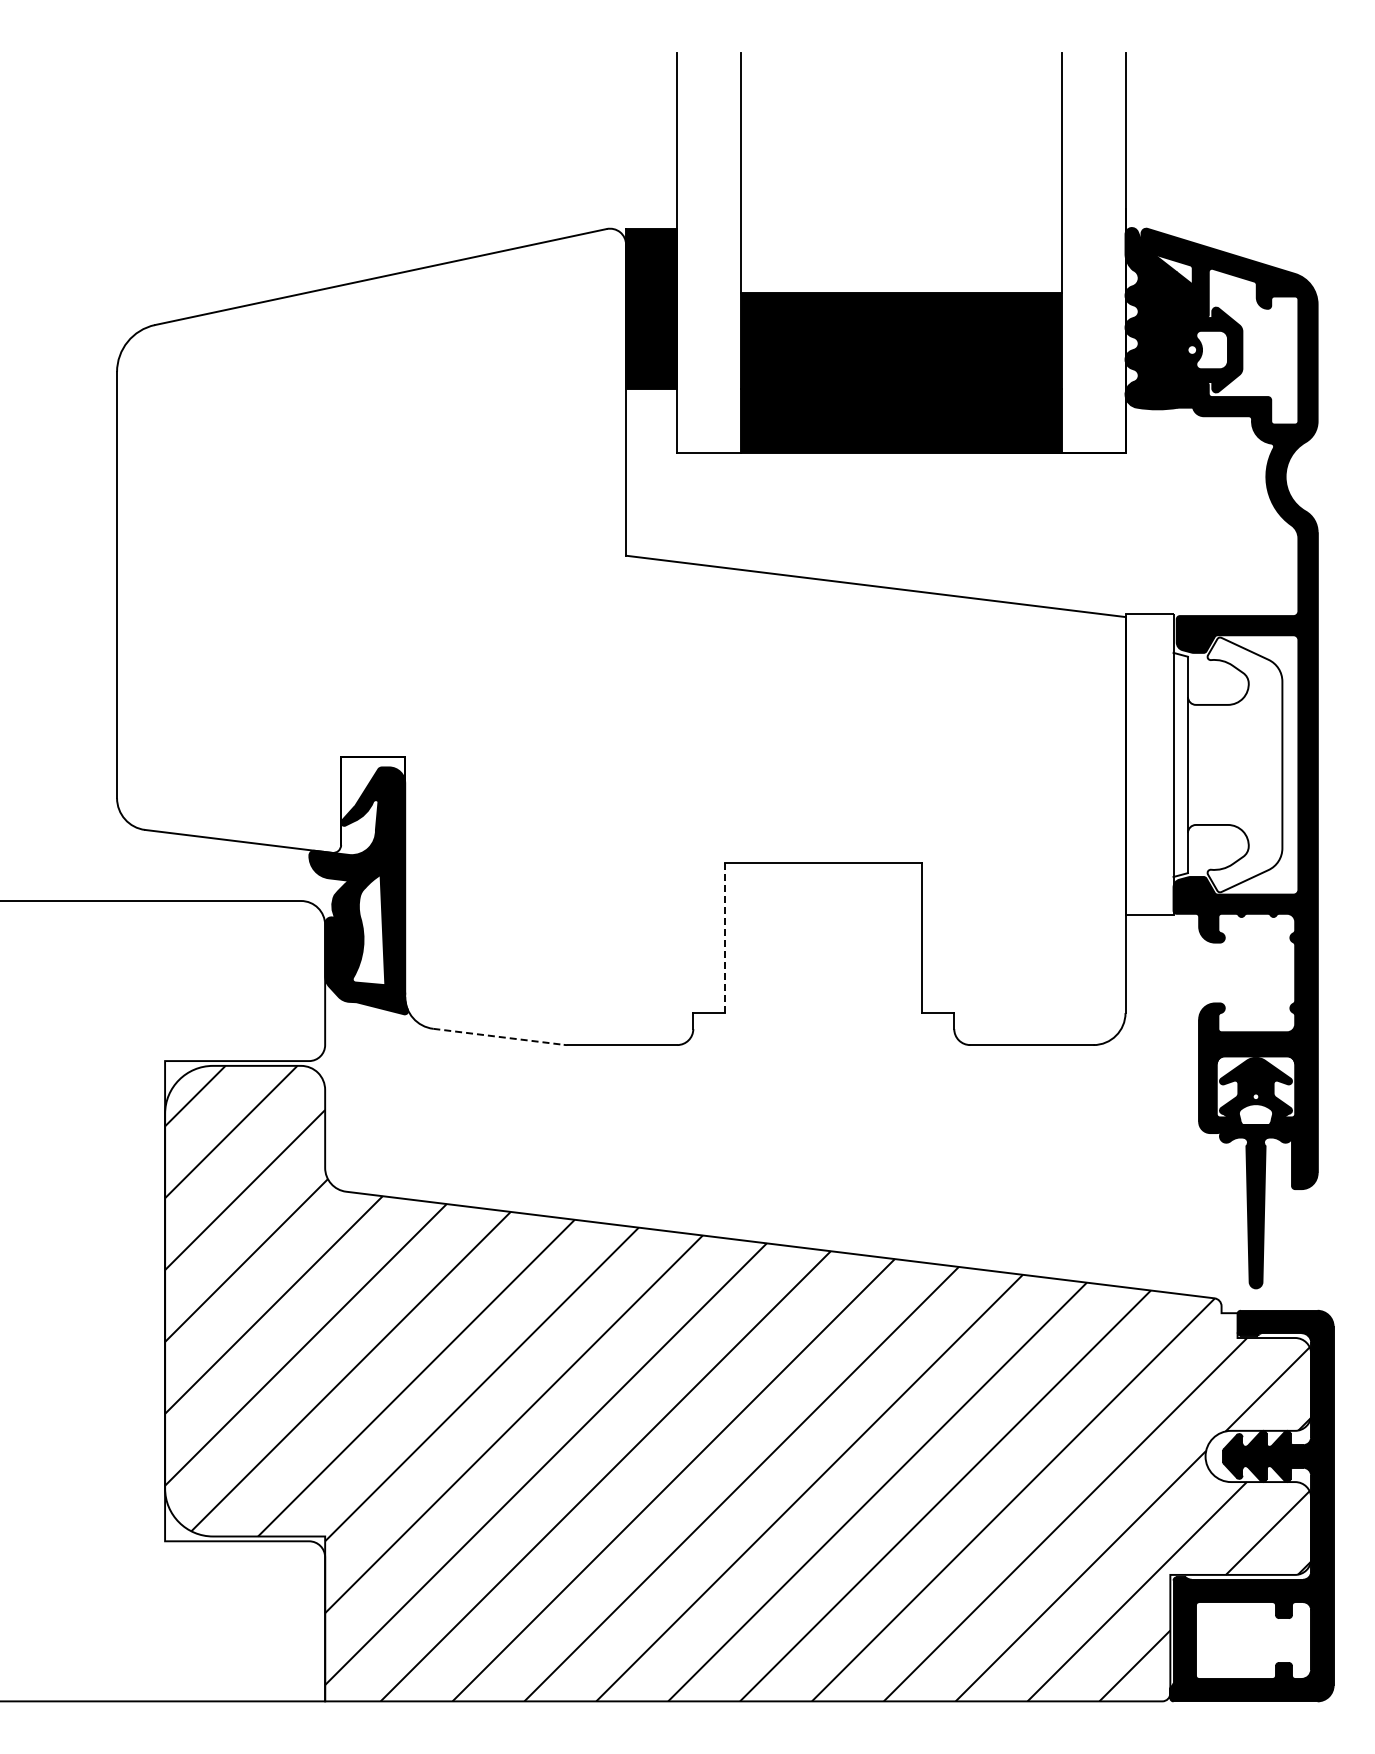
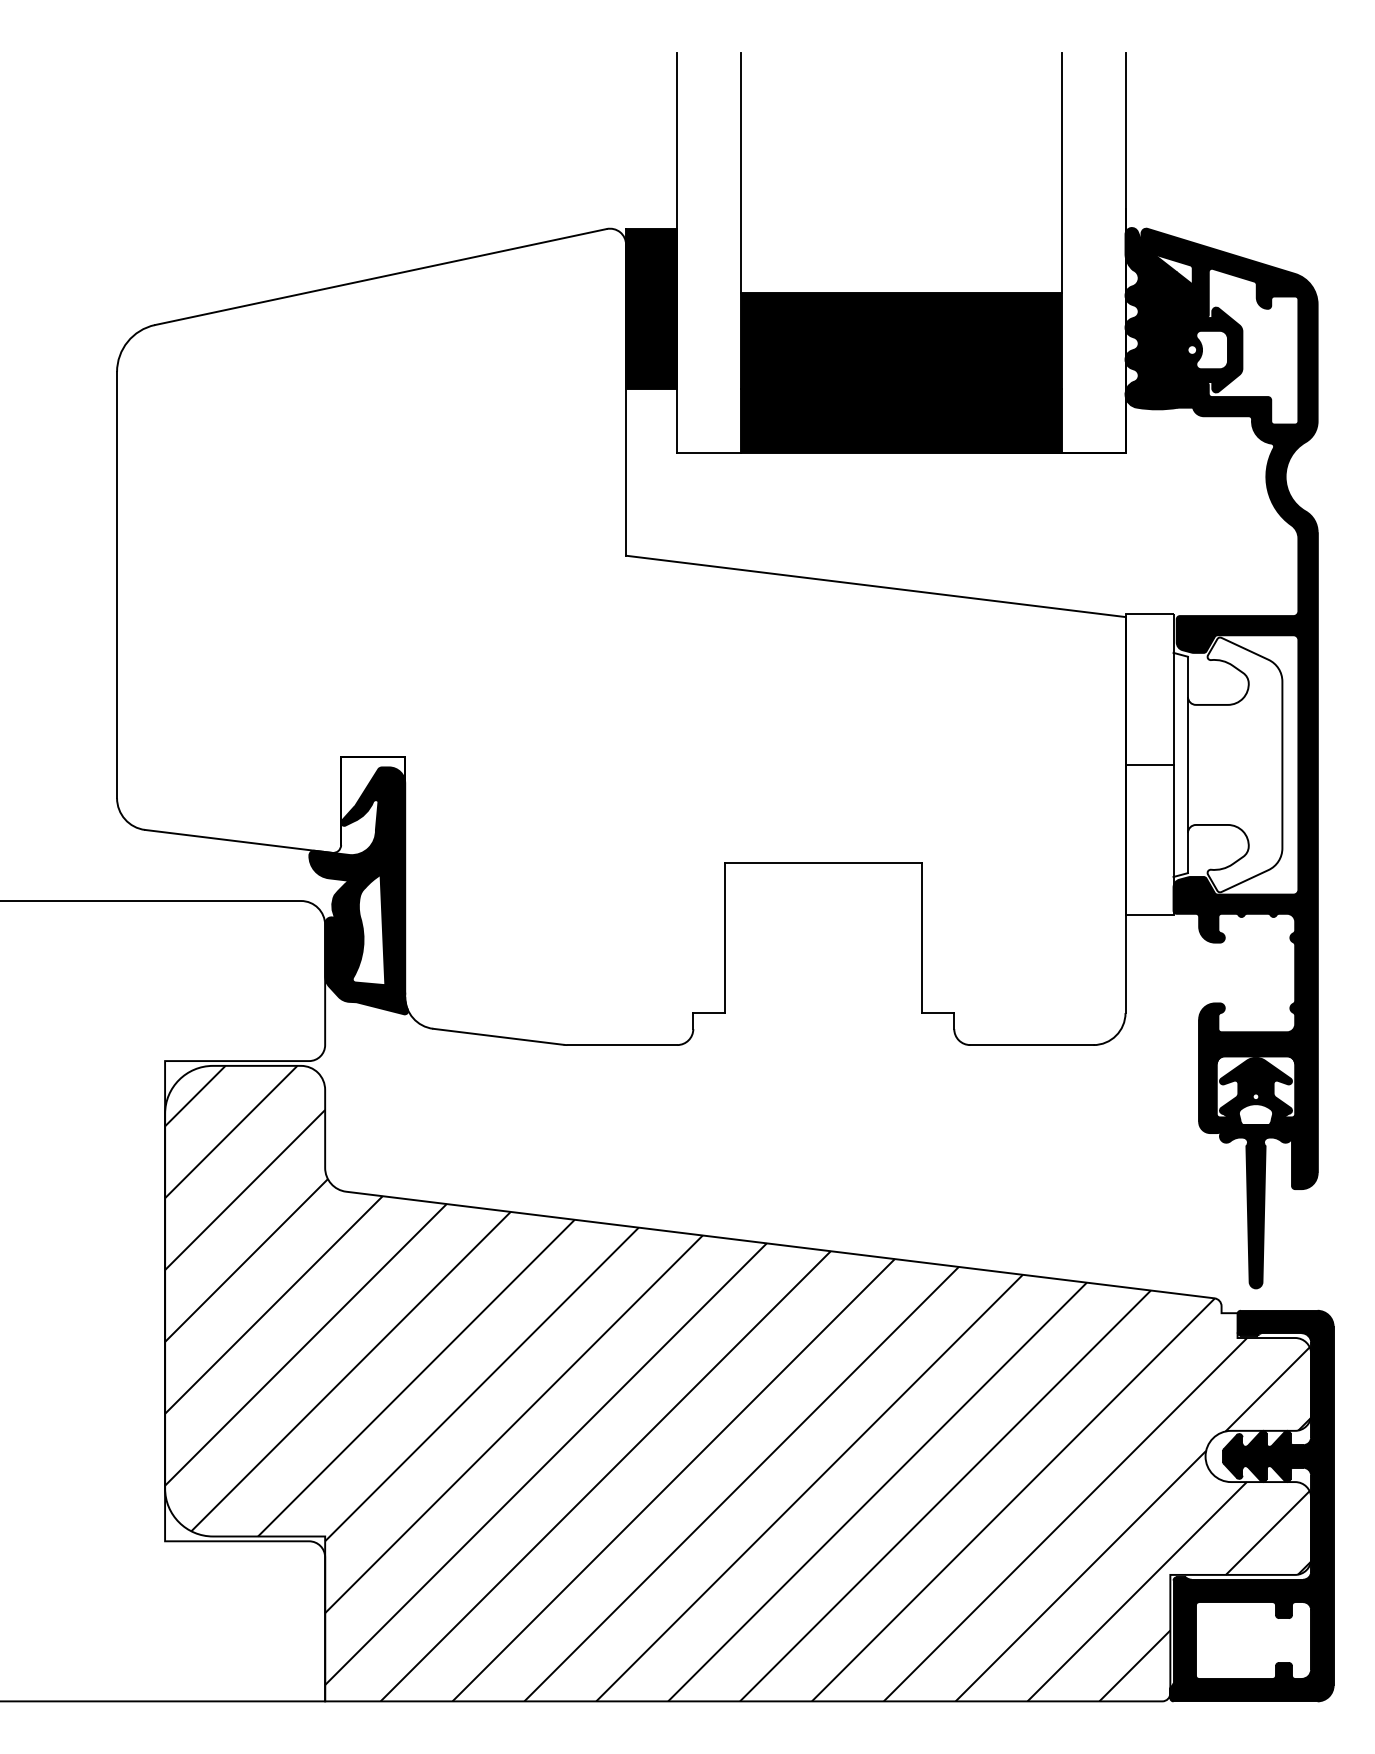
line at (1149, 764): none -> present
line at (725, 937): dashed -> solid
line at (498, 1036): dashed -> solid
